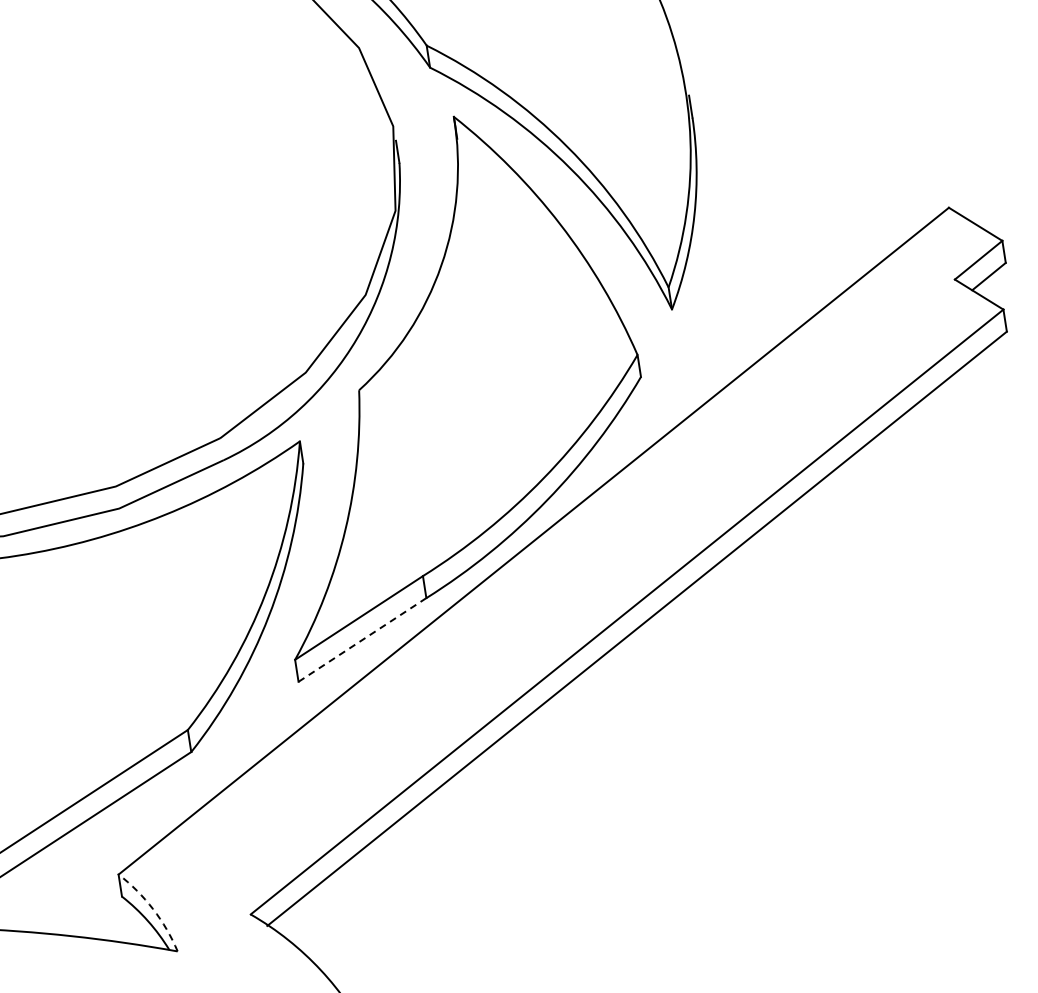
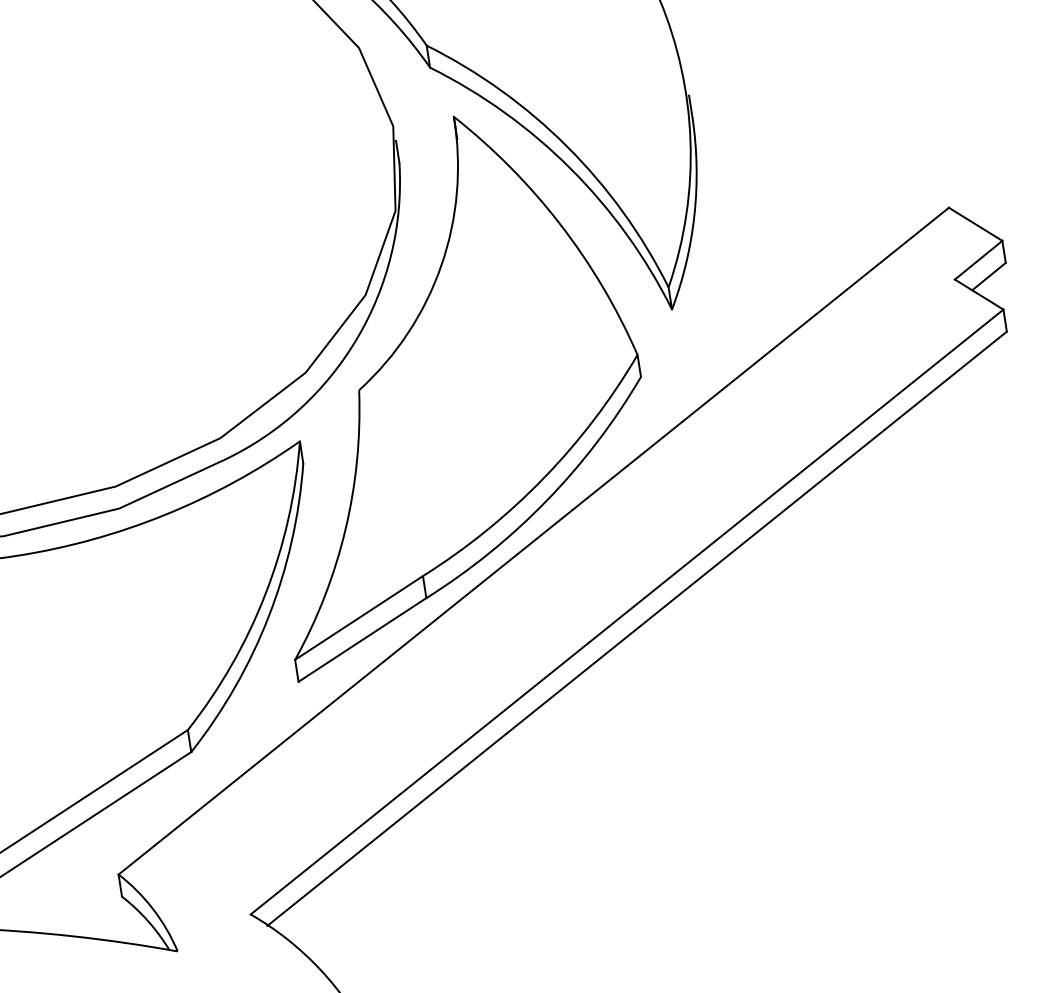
line at (362, 639): dashed -> solid
arc at (153, 909): dashed -> solid
